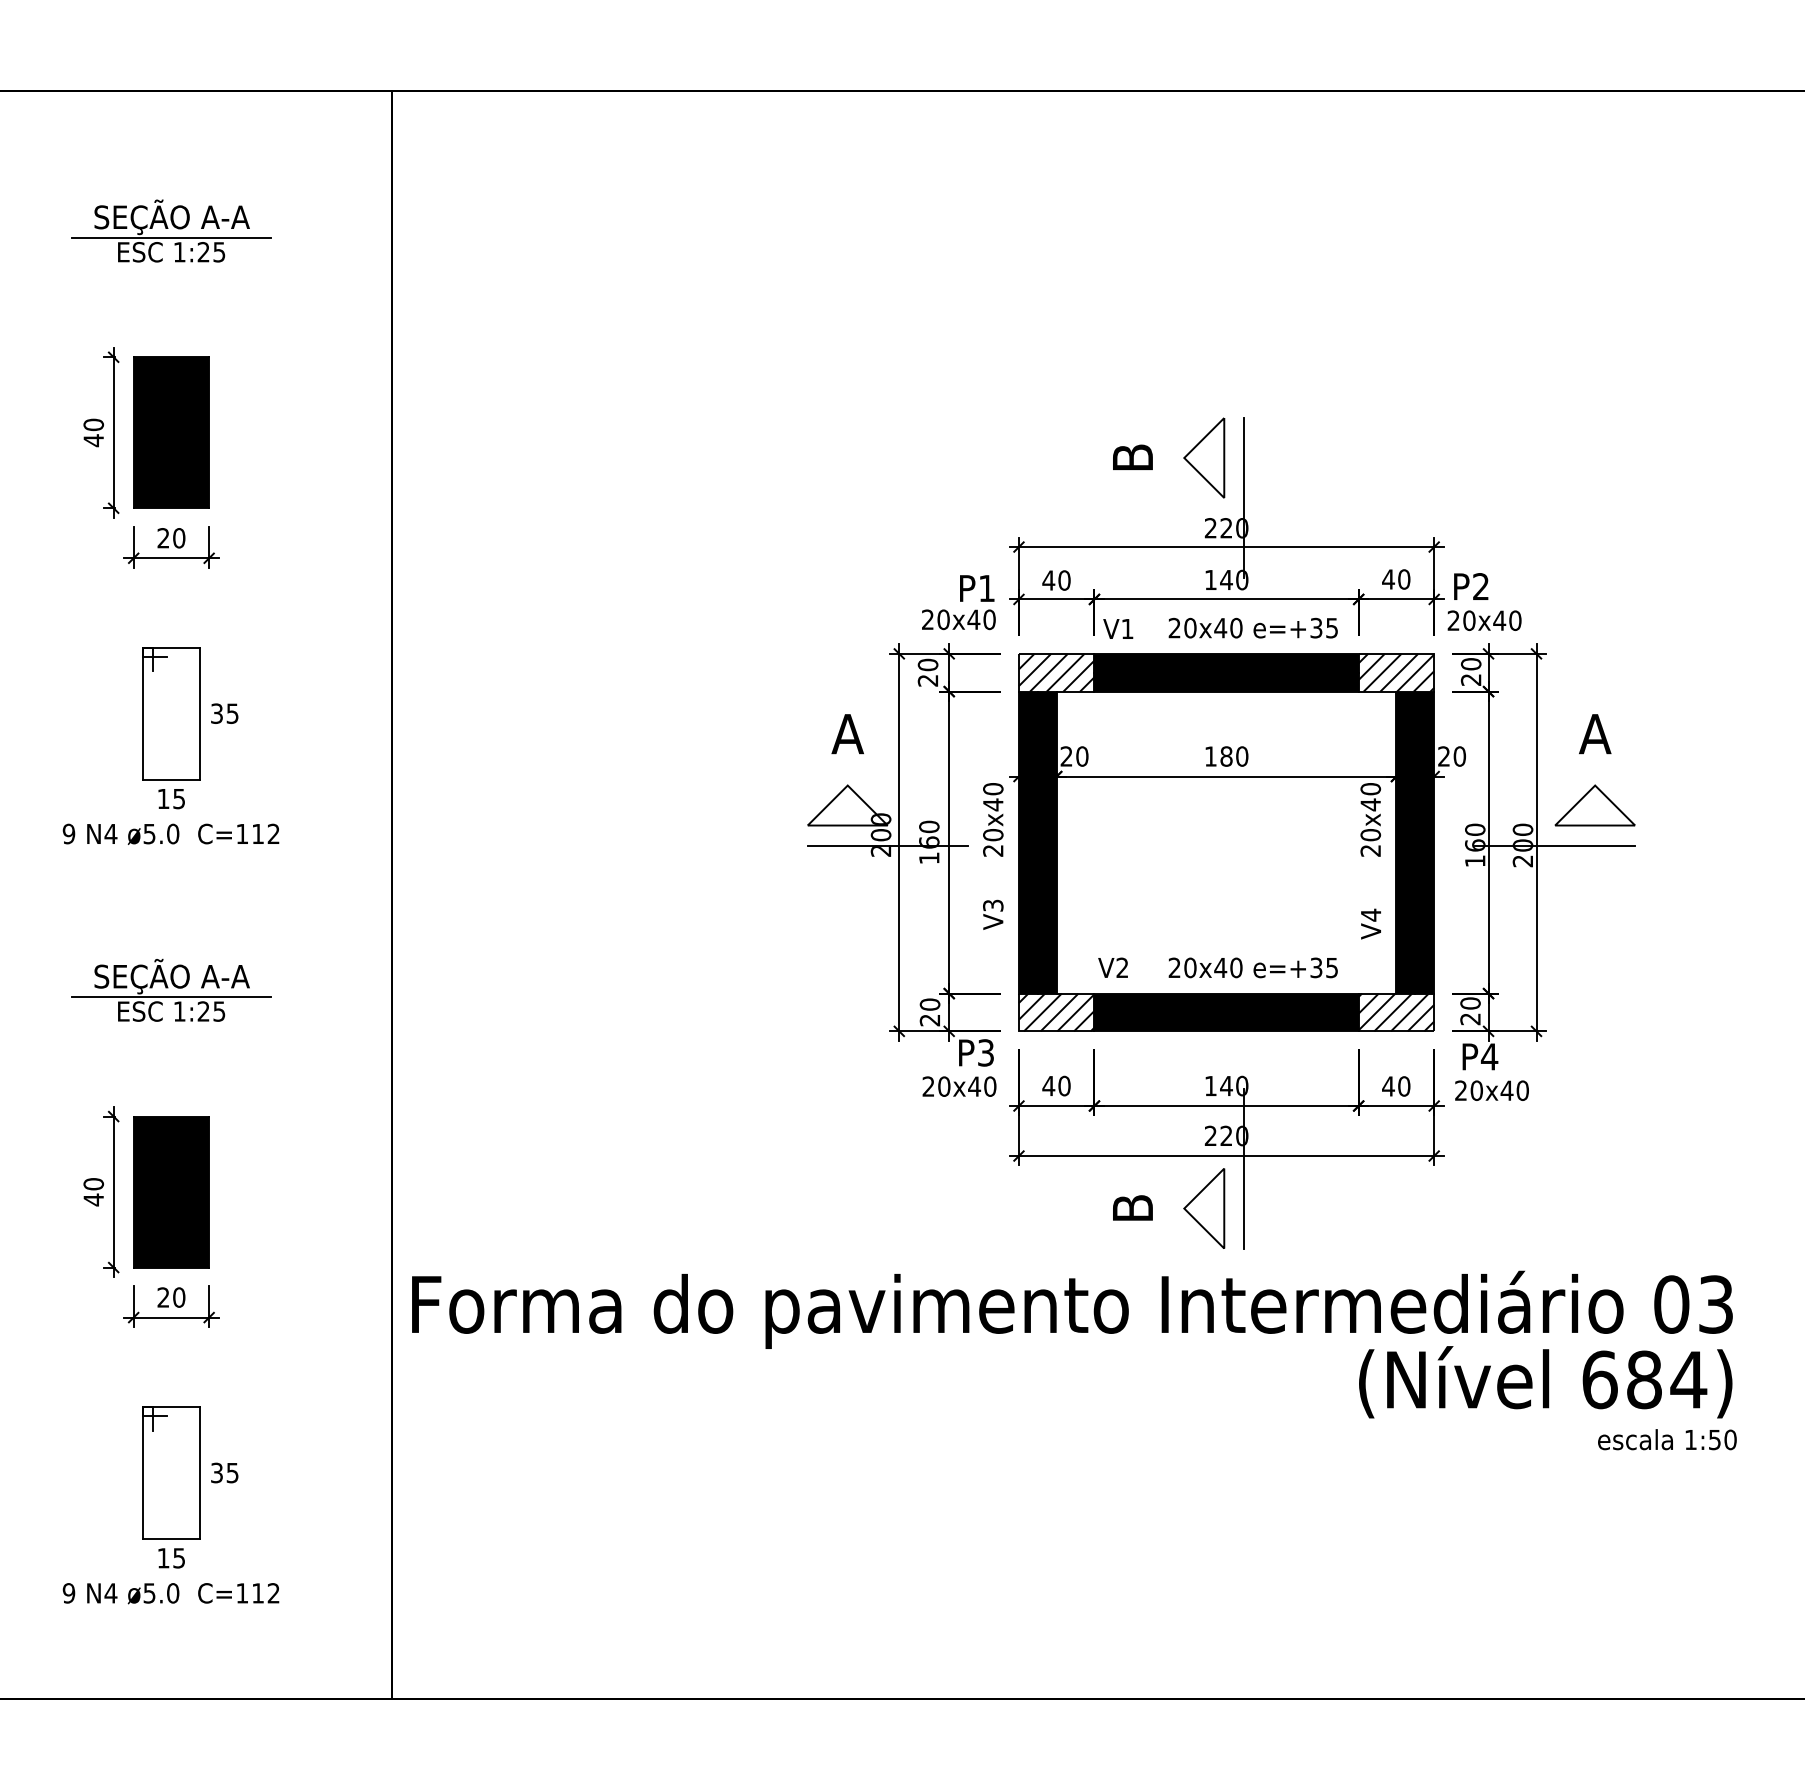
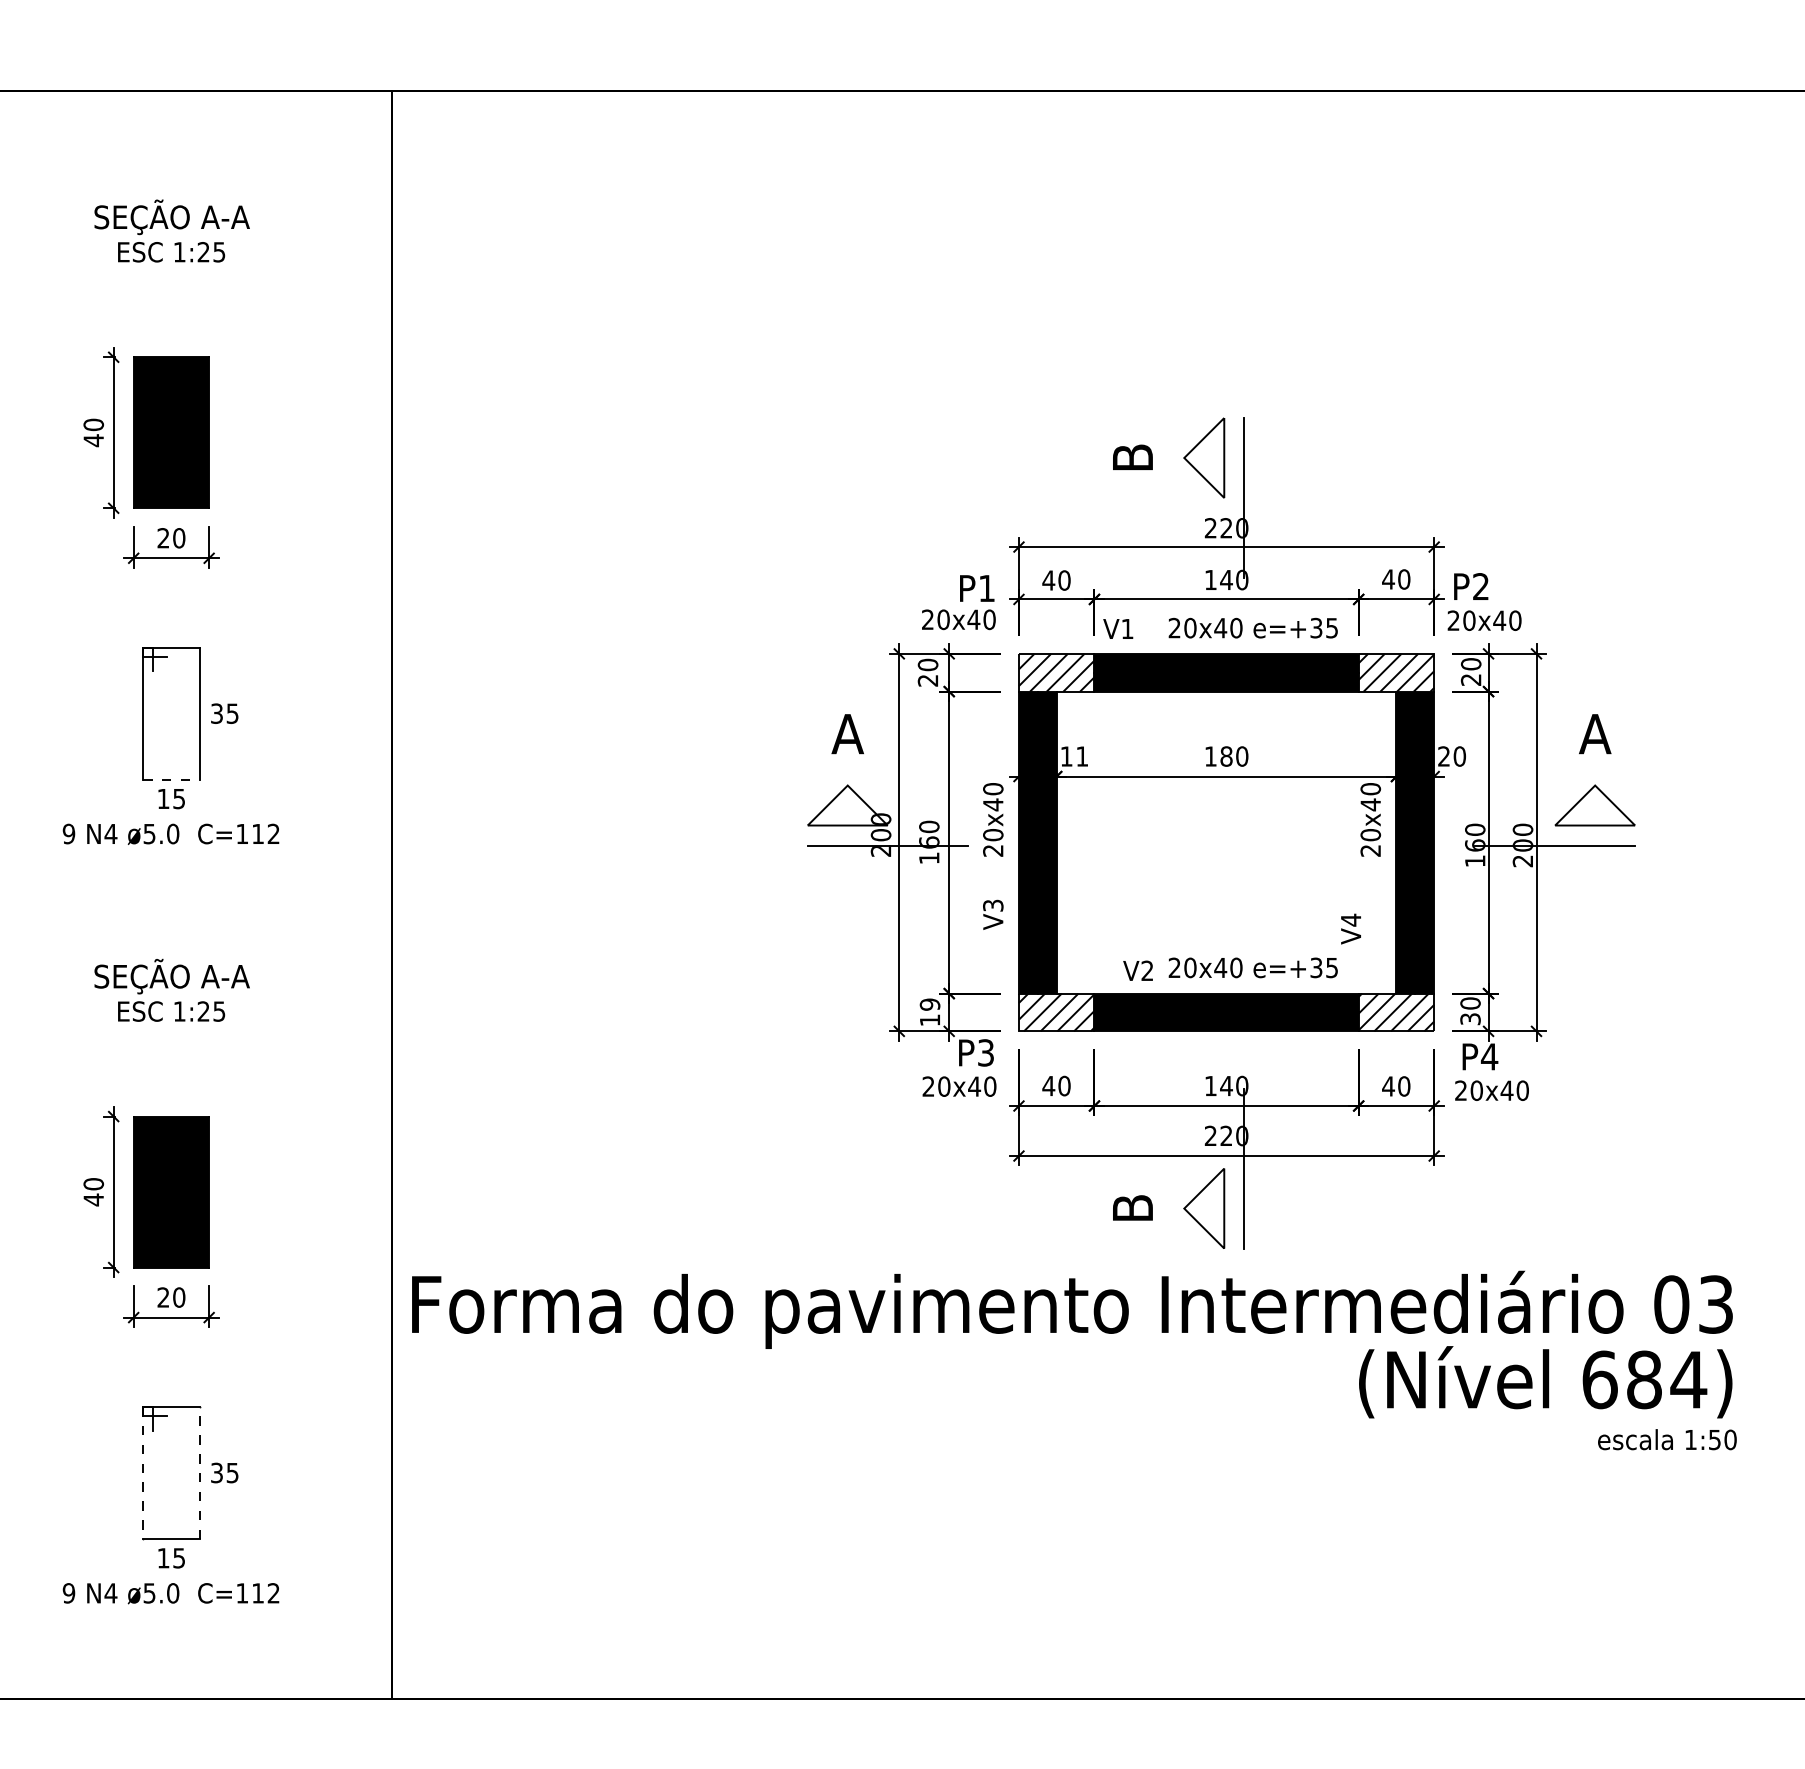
line at (171, 237): present -> none
text at (1074, 756): 20 -> 11
line at (171, 779): solid -> dashed
text at (1370, 923) position: (1370, 923) -> (1350, 928)
text at (1112, 967) position: (1112, 967) -> (1137, 970)
line at (171, 997): present -> none
text at (929, 1012): 20 -> 19
text at (1470, 1019): 20 -> 30
line at (199, 1472): solid -> dashed
line at (143, 1473): solid -> dashed
